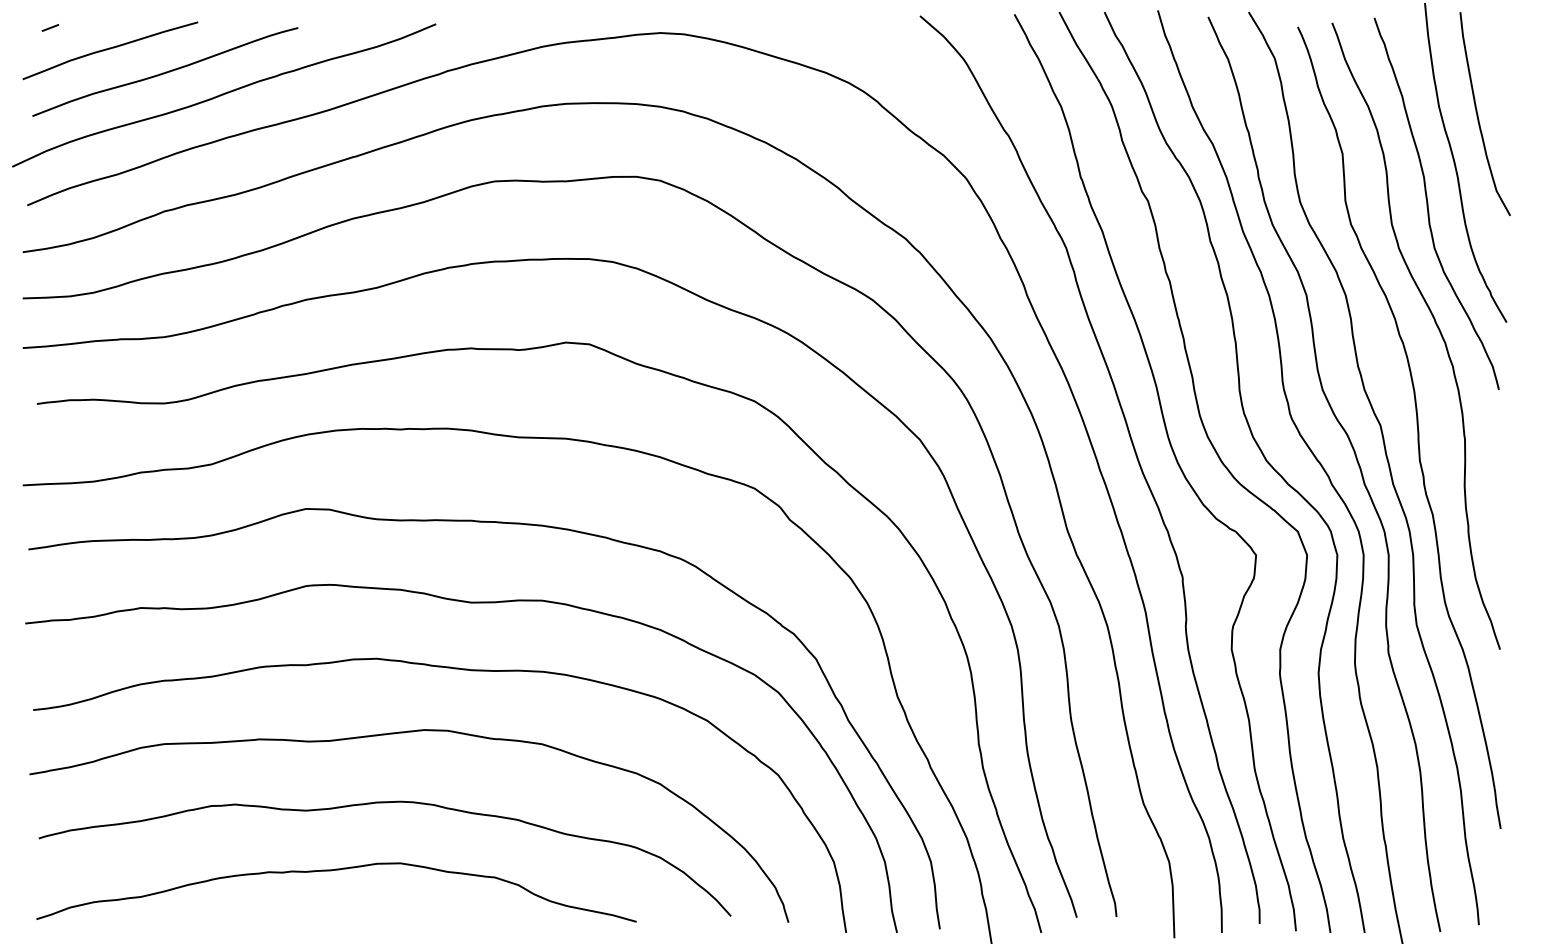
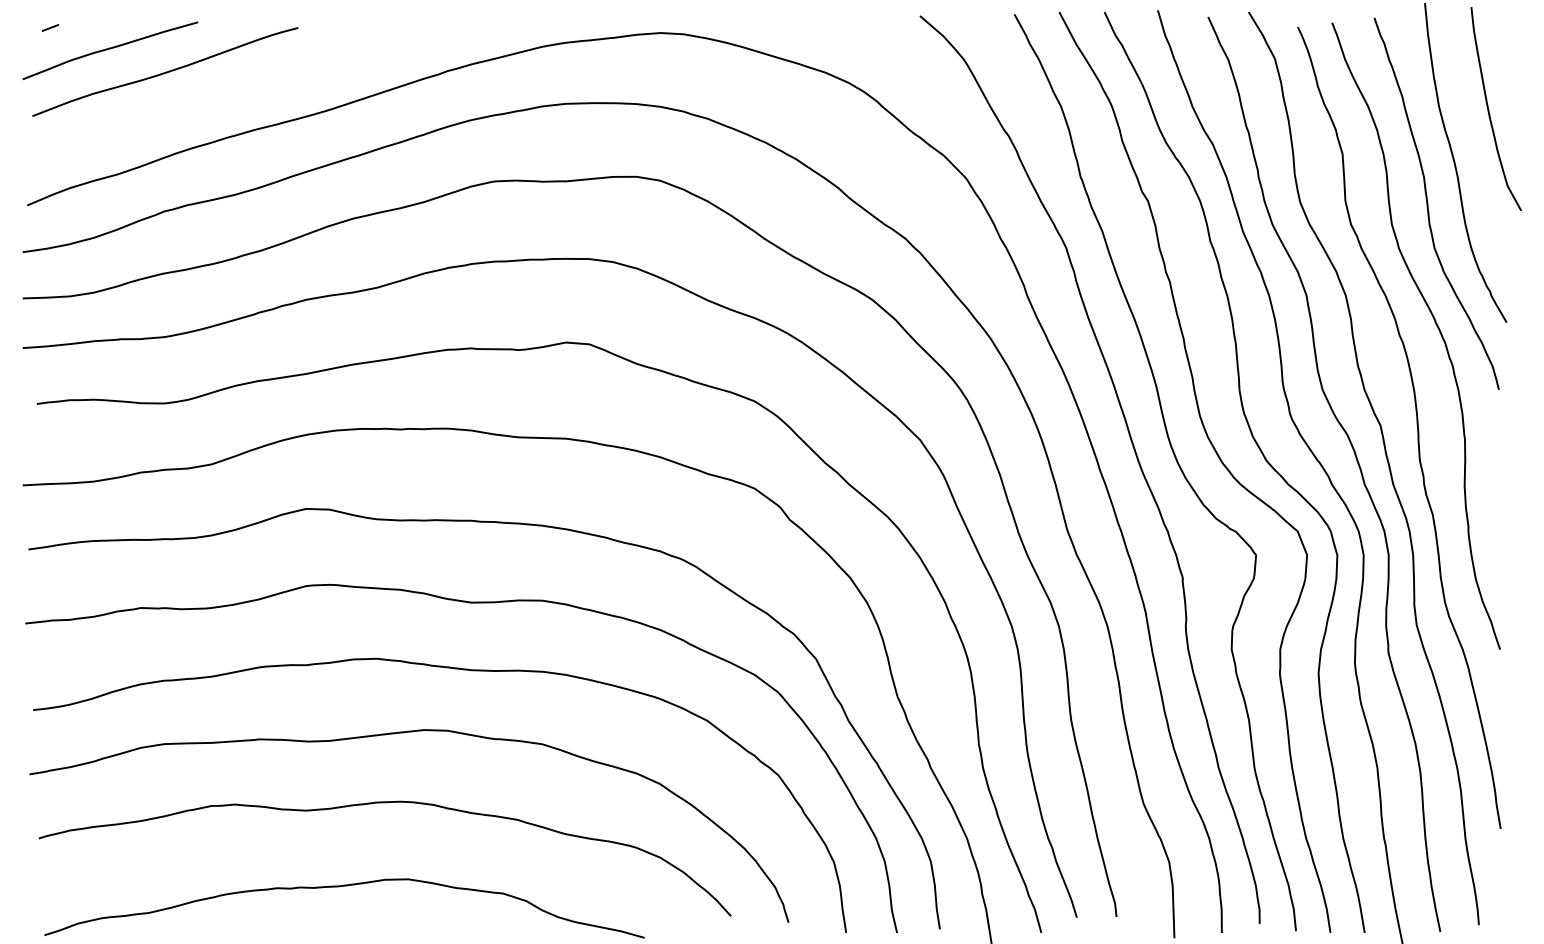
curve at (224, 94): present -> none
curve at (1478, 114) position: (1478, 114) -> (1489, 109)
curve at (331, 871) position: (331, 871) -> (339, 887)
